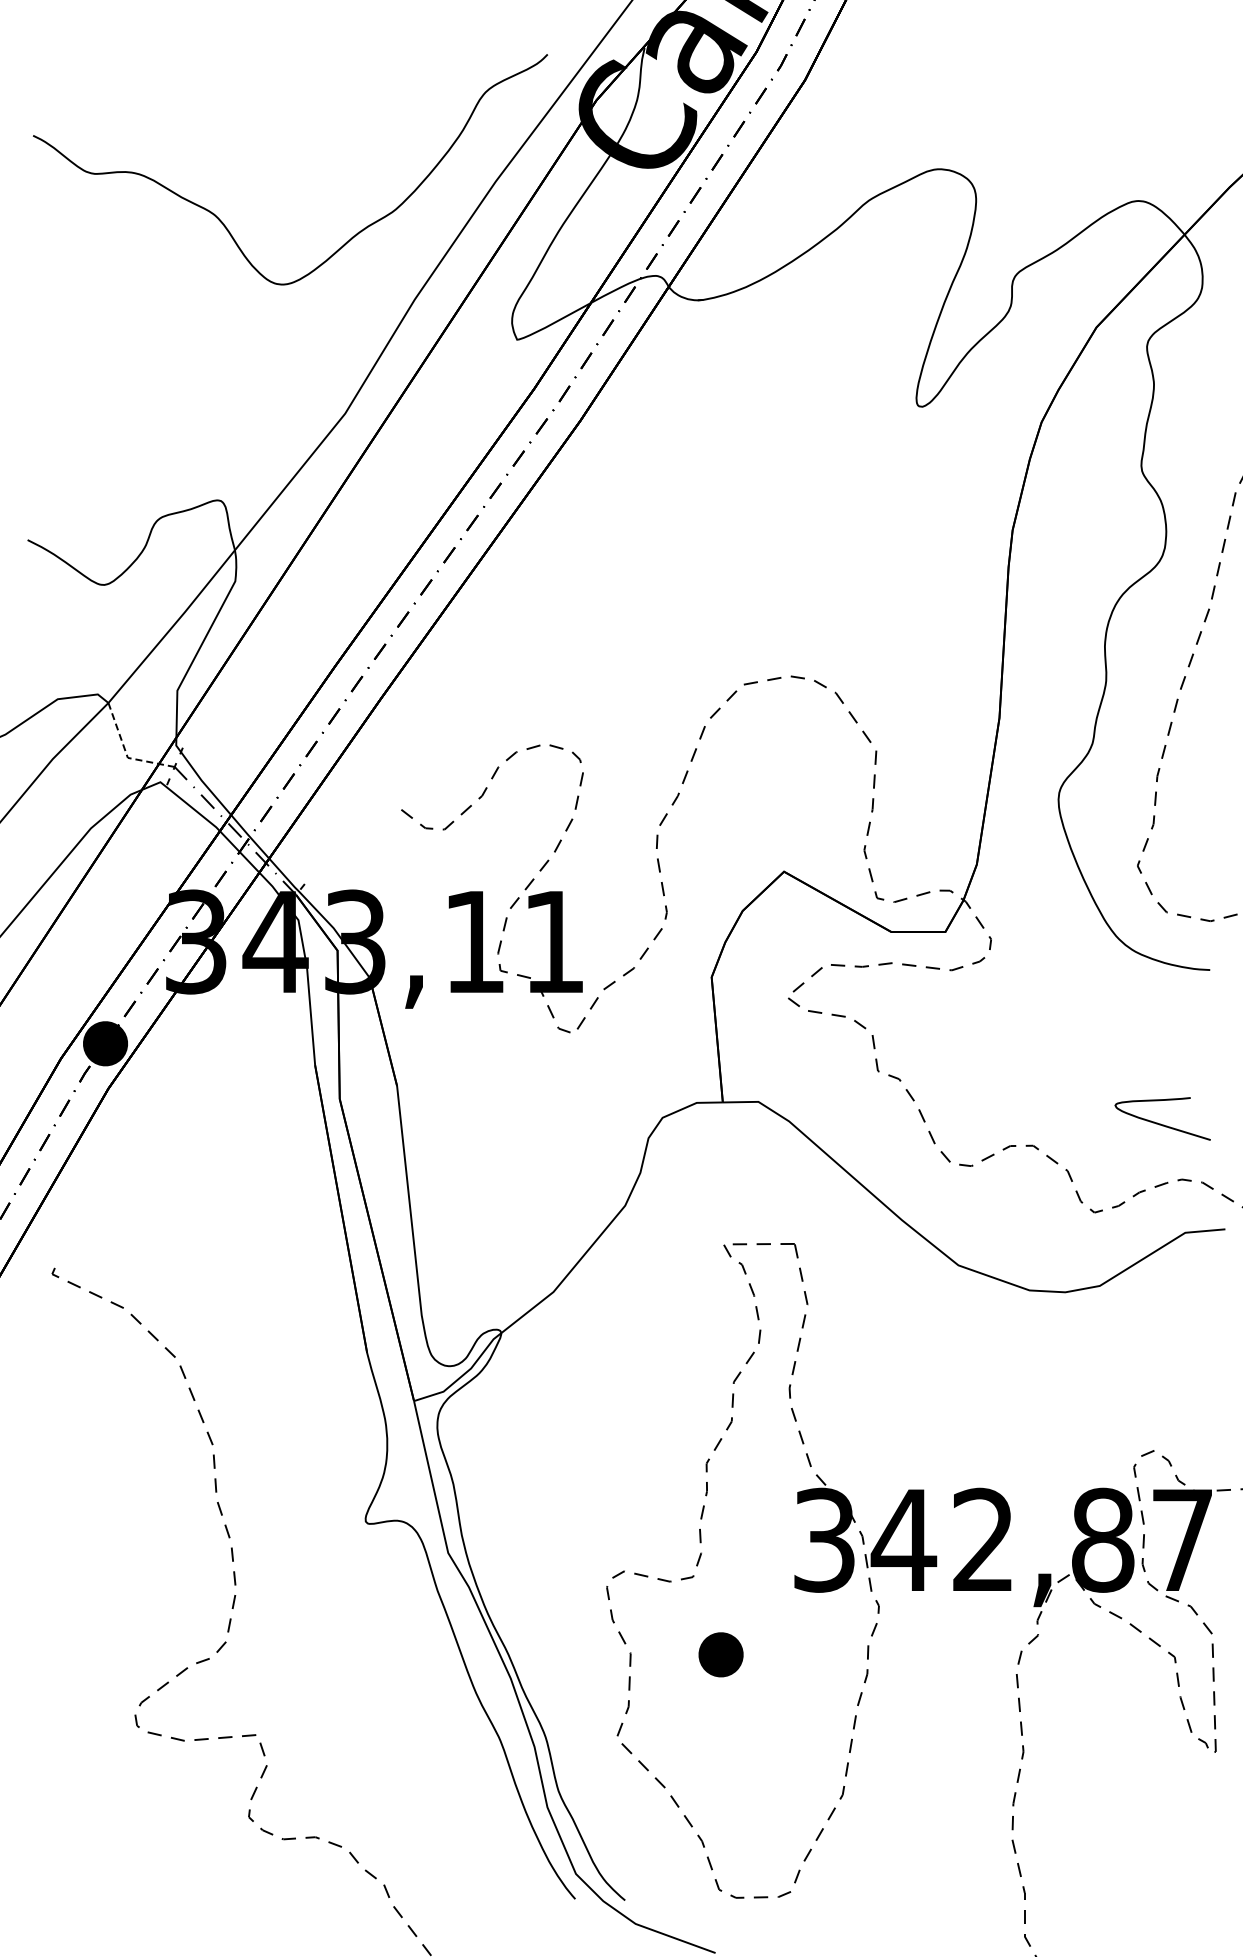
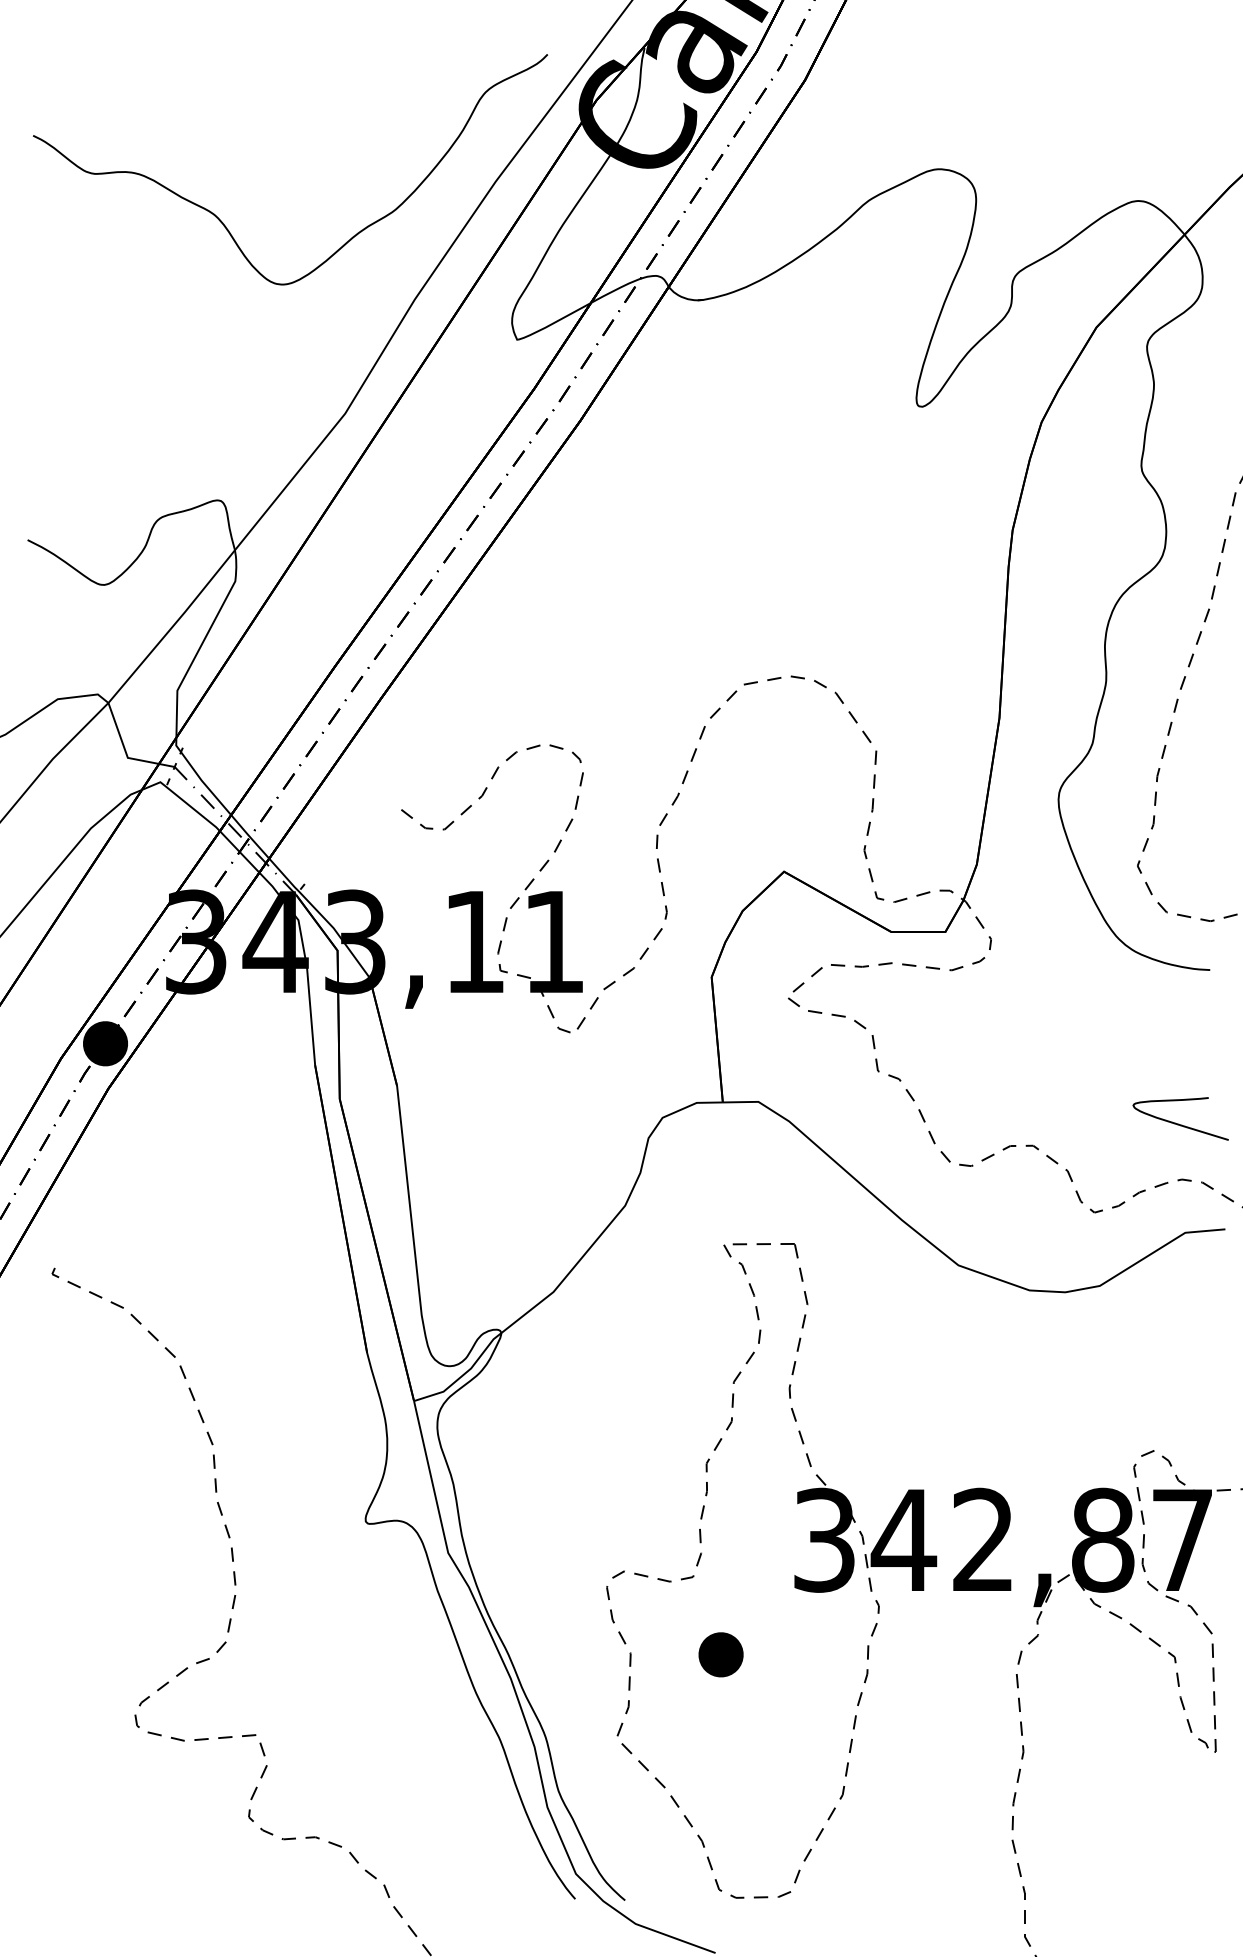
line at (126, 753): dashed -> solid
curve at (1160, 1123) position: (1160, 1123) -> (1178, 1123)
